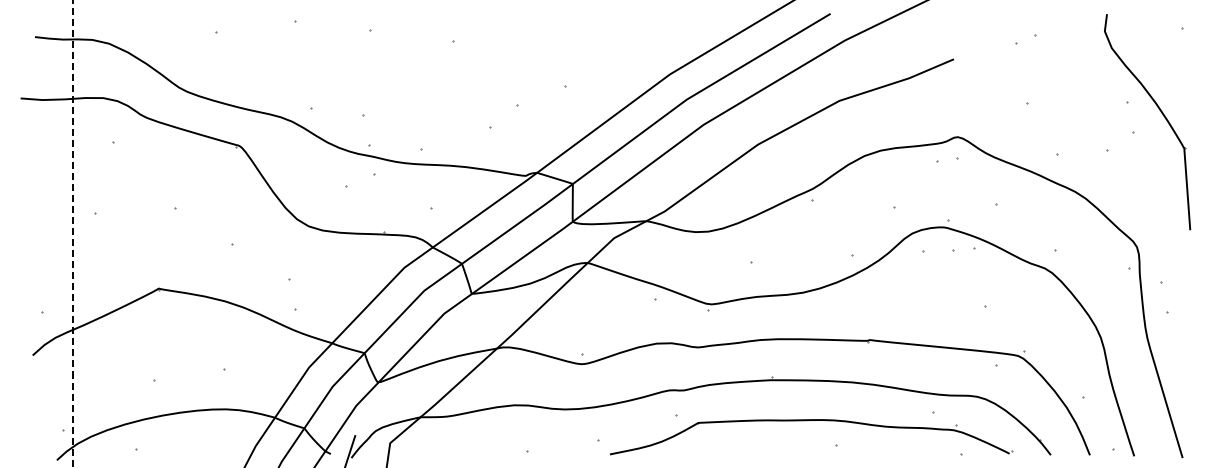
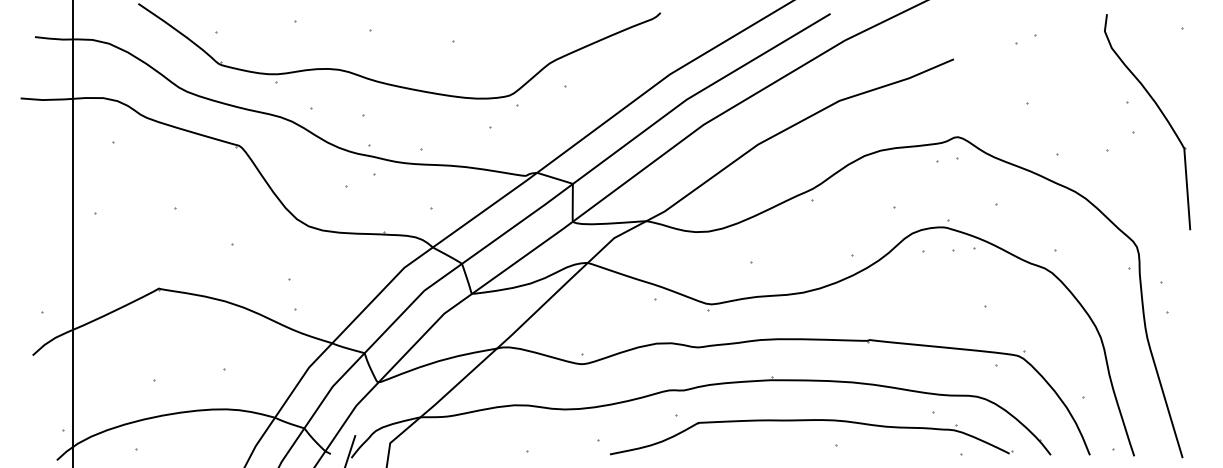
part at (390, 83): none -> present
line at (72, 233): dashed -> solid
